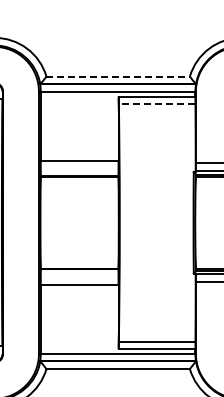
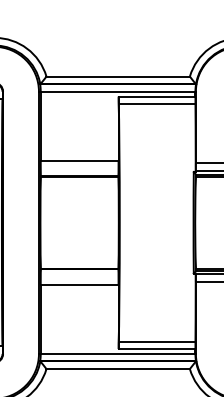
line at (118, 76): dashed -> solid
line at (156, 104): dashed -> solid
